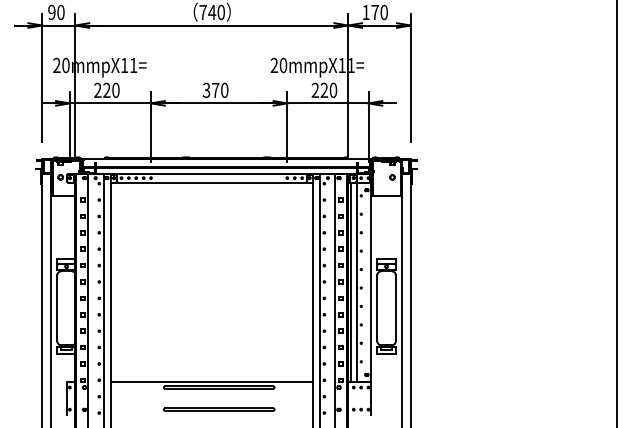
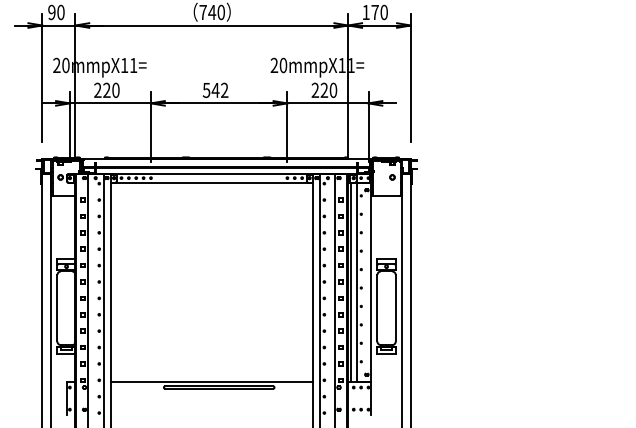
text at (215, 90): 370 -> 542
line at (616, 213): present -> none
line at (219, 408): present -> none
